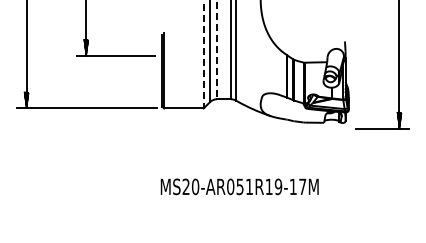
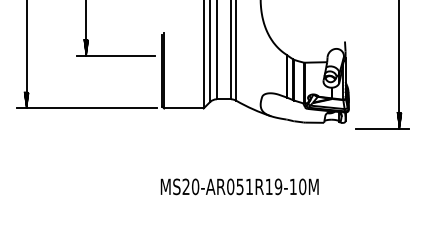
line at (216, 50): dashed -> solid
line at (203, 54): dashed -> solid
text at (302, 186): MS20-AR051R19-17M -> MS20-AR051R19-10M
